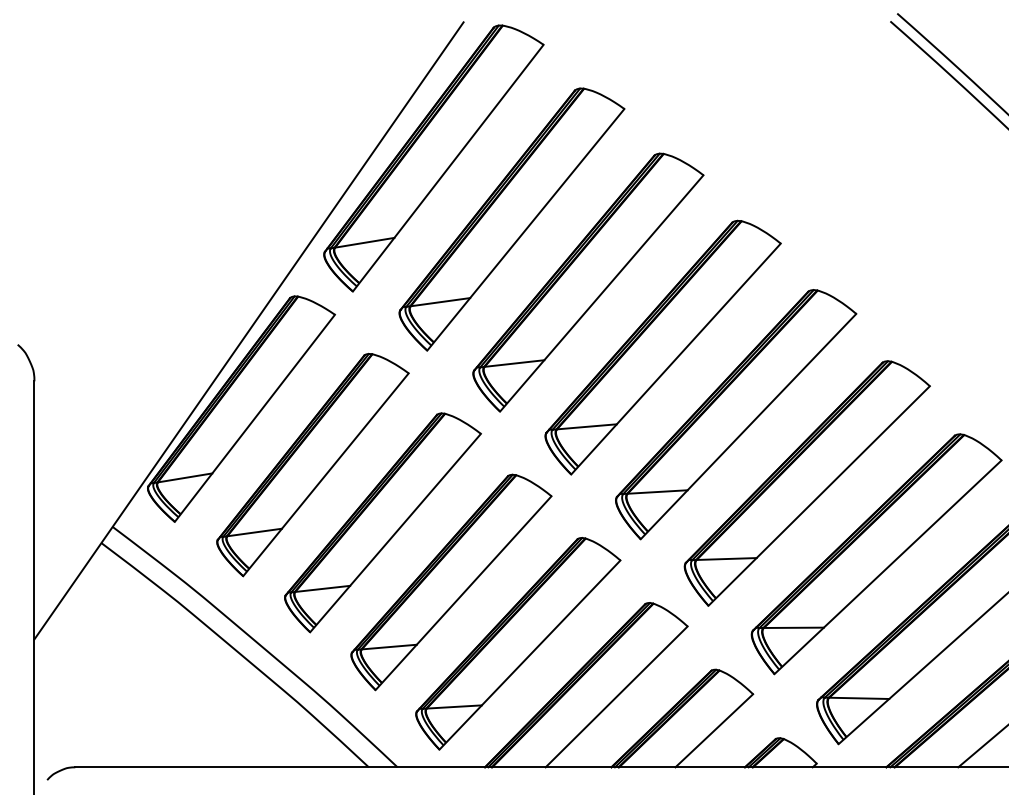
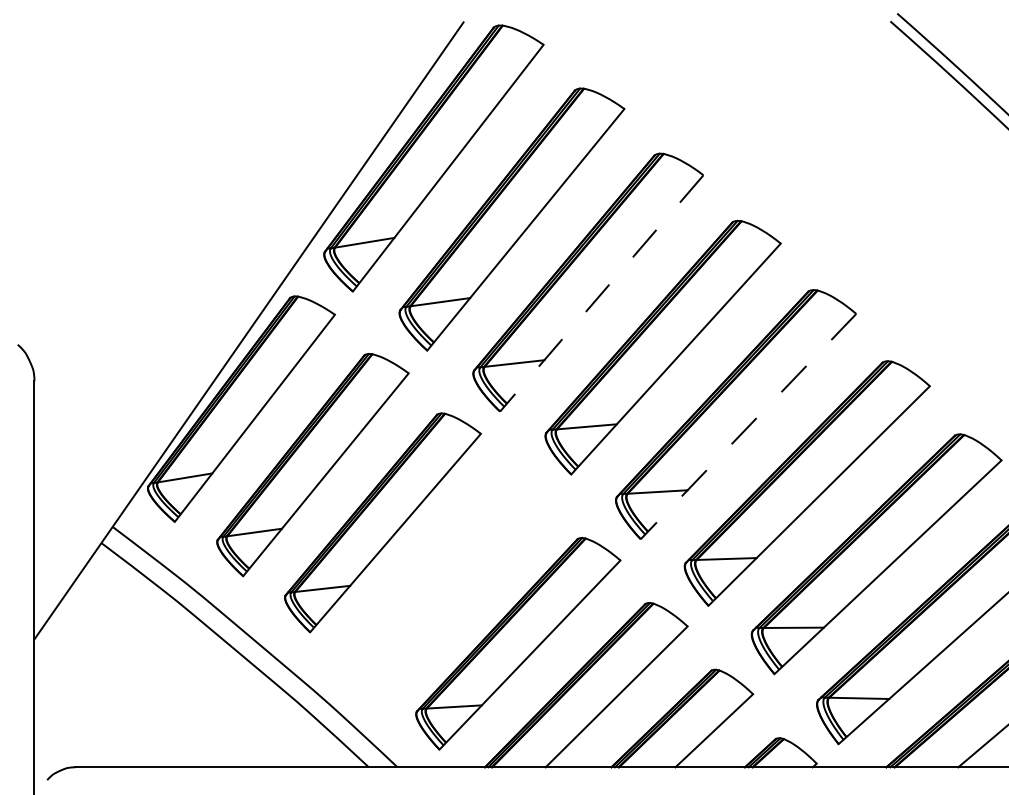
line at (601, 293): solid -> dashed
line at (748, 426): solid -> dashed
part at (451, 582): present -> none
